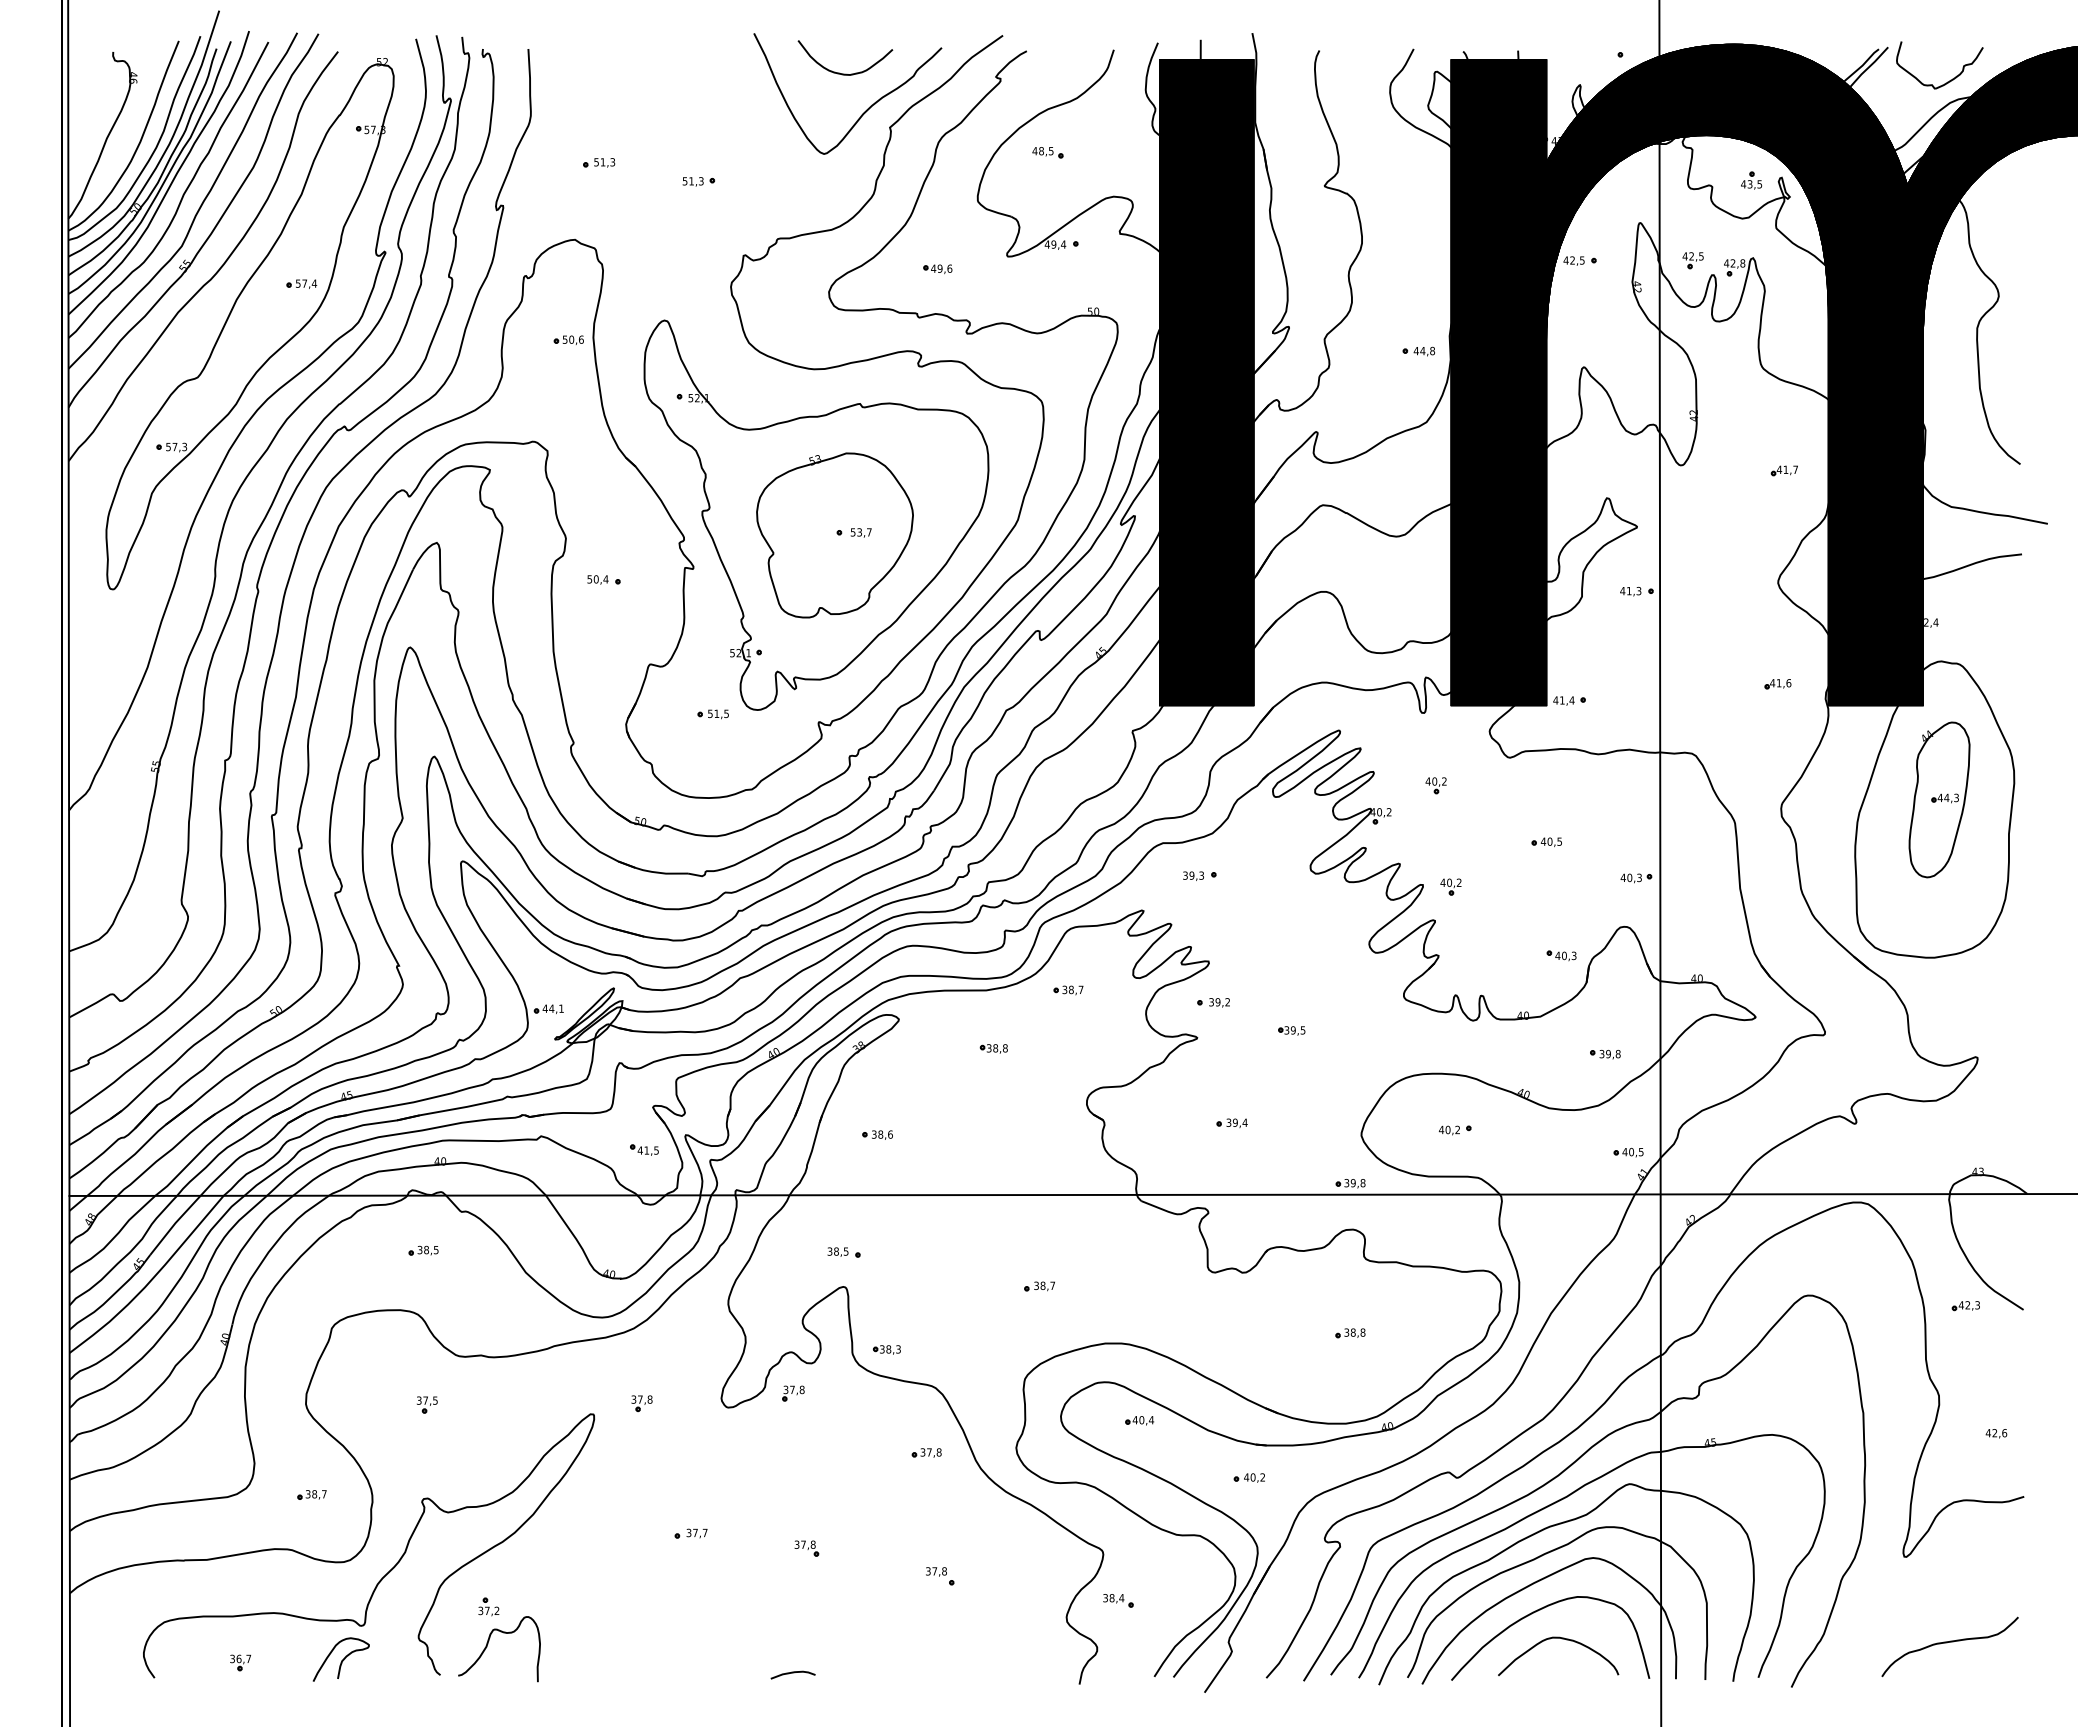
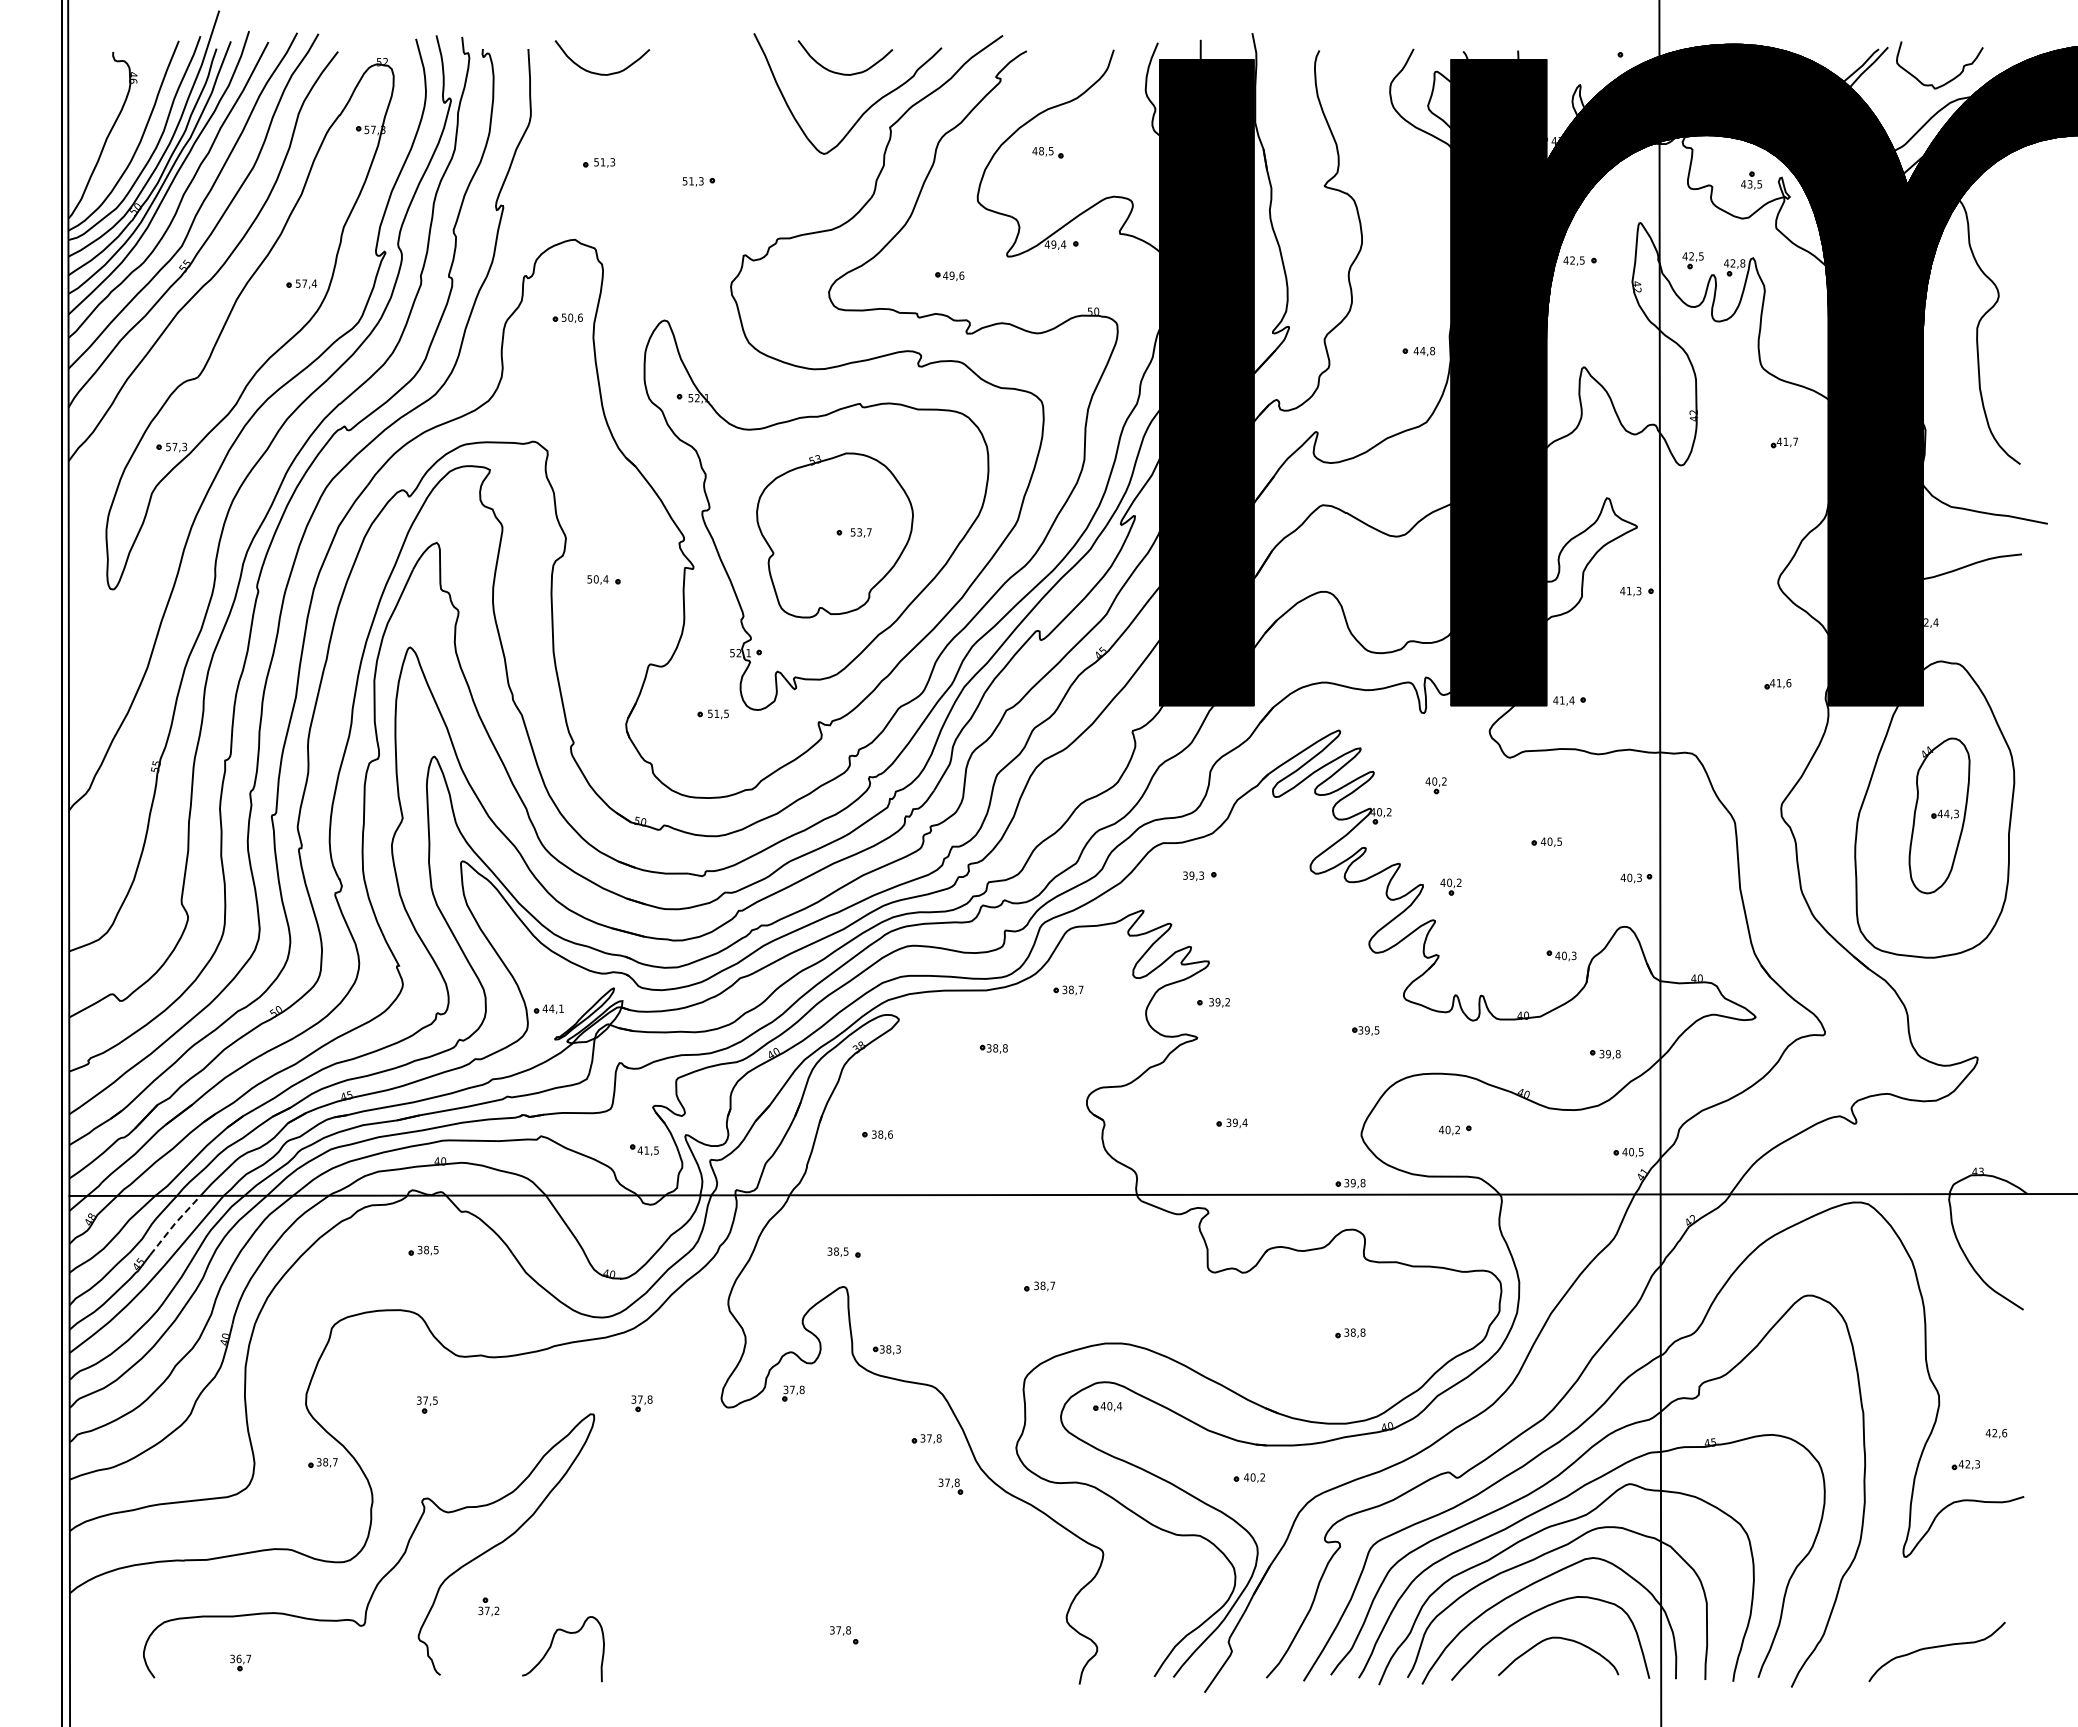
curve at (602, 73): none -> present
part at (937, 269) position: (937, 269) -> (949, 276)
part at (568, 339) position: (568, 339) -> (567, 317)
part at (1783, 470) position: (1783, 470) -> (1783, 442)
part at (1939, 799) position: (1939, 799) -> (1939, 815)
part at (1291, 1030) position: (1291, 1030) -> (1365, 1030)
line at (174, 1223): solid -> dashed
part at (1965, 1306) position: (1965, 1306) -> (1965, 1465)
part at (1139, 1420) position: (1139, 1420) -> (1107, 1406)
part at (926, 1452) position: (926, 1452) -> (926, 1438)
part at (311, 1494) position: (311, 1494) -> (322, 1462)
part at (690, 1533): present -> none
part at (806, 1548) position: (806, 1548) -> (950, 1486)
part at (940, 1576) position: (940, 1576) -> (844, 1635)
part at (1118, 1600): present -> none
curve at (1947, 1643) position: (1947, 1643) -> (1934, 1648)
curve at (488, 1644) position: (488, 1644) -> (552, 1644)
curve at (341, 1660): present -> none
curve at (792, 1673): present -> none
